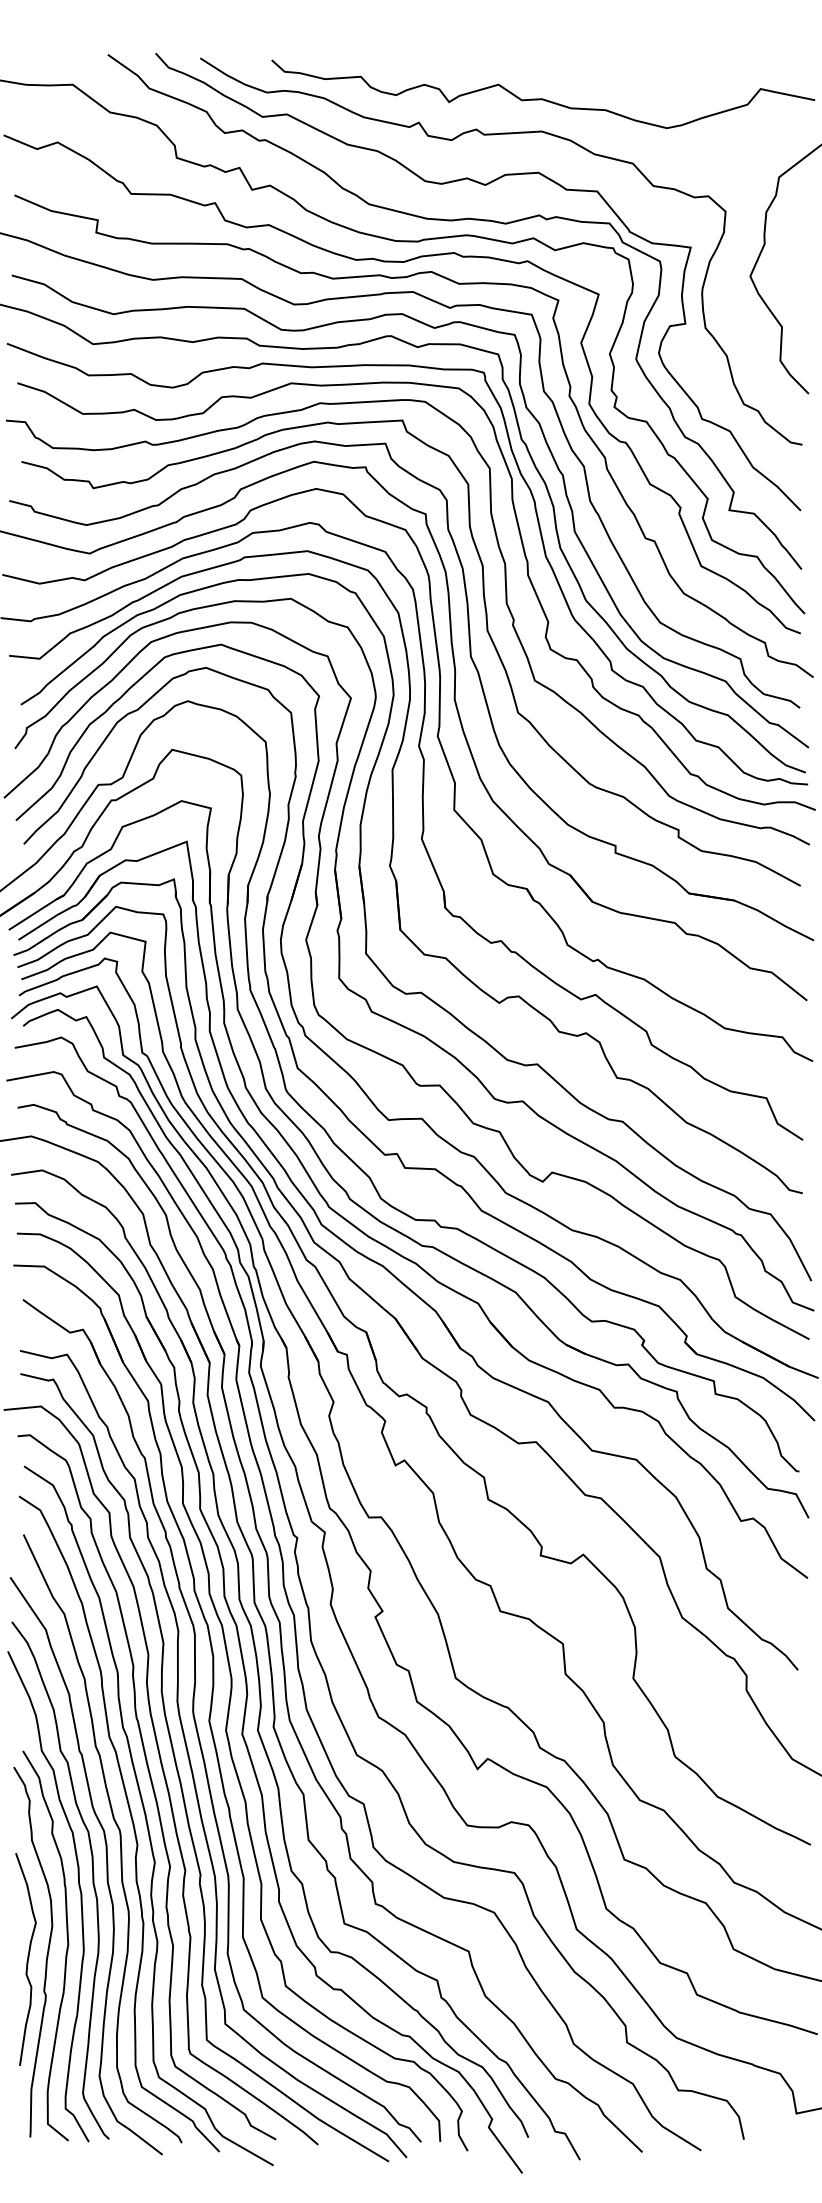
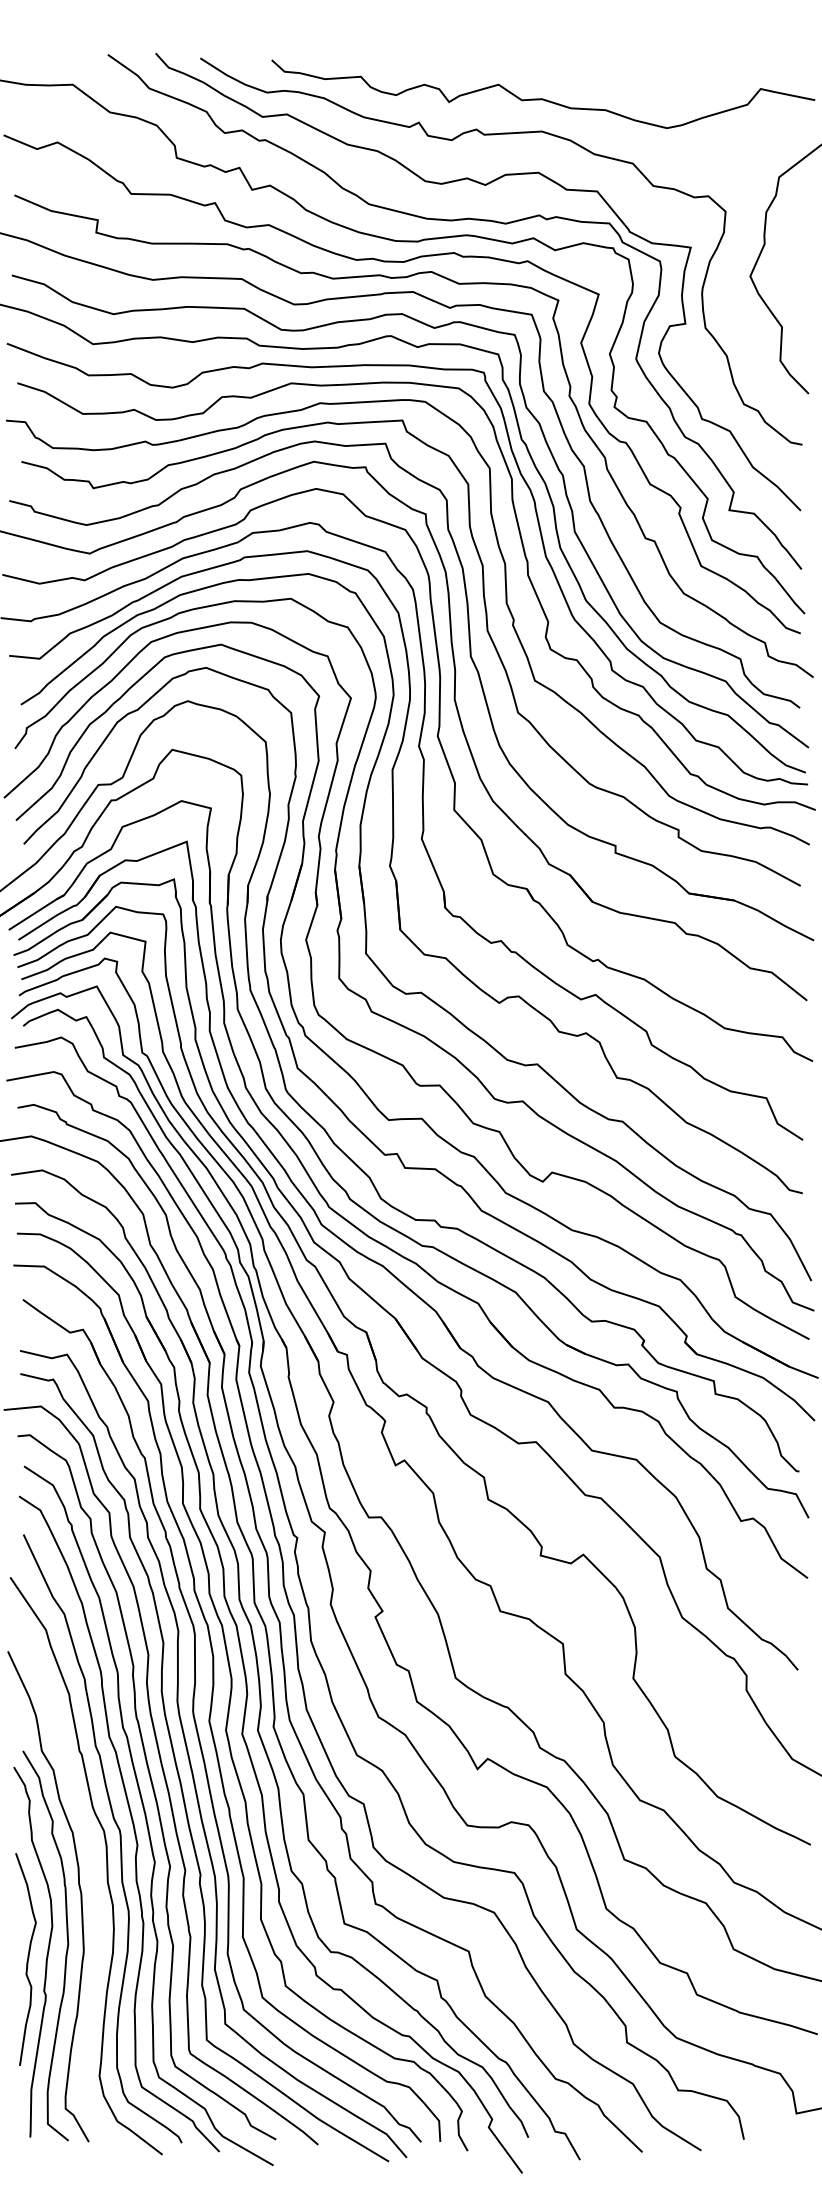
curve at (92, 1880): present -> none
